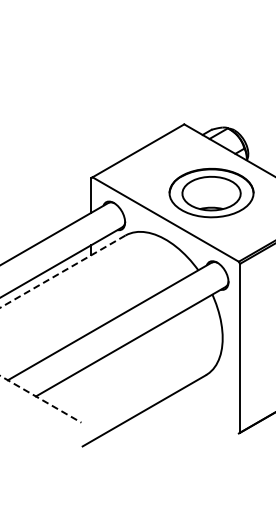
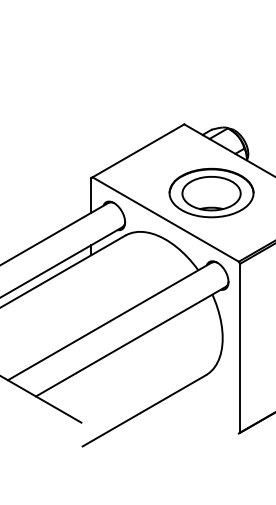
line at (62, 272): dashed -> solid
line at (40, 399): dashed -> solid
